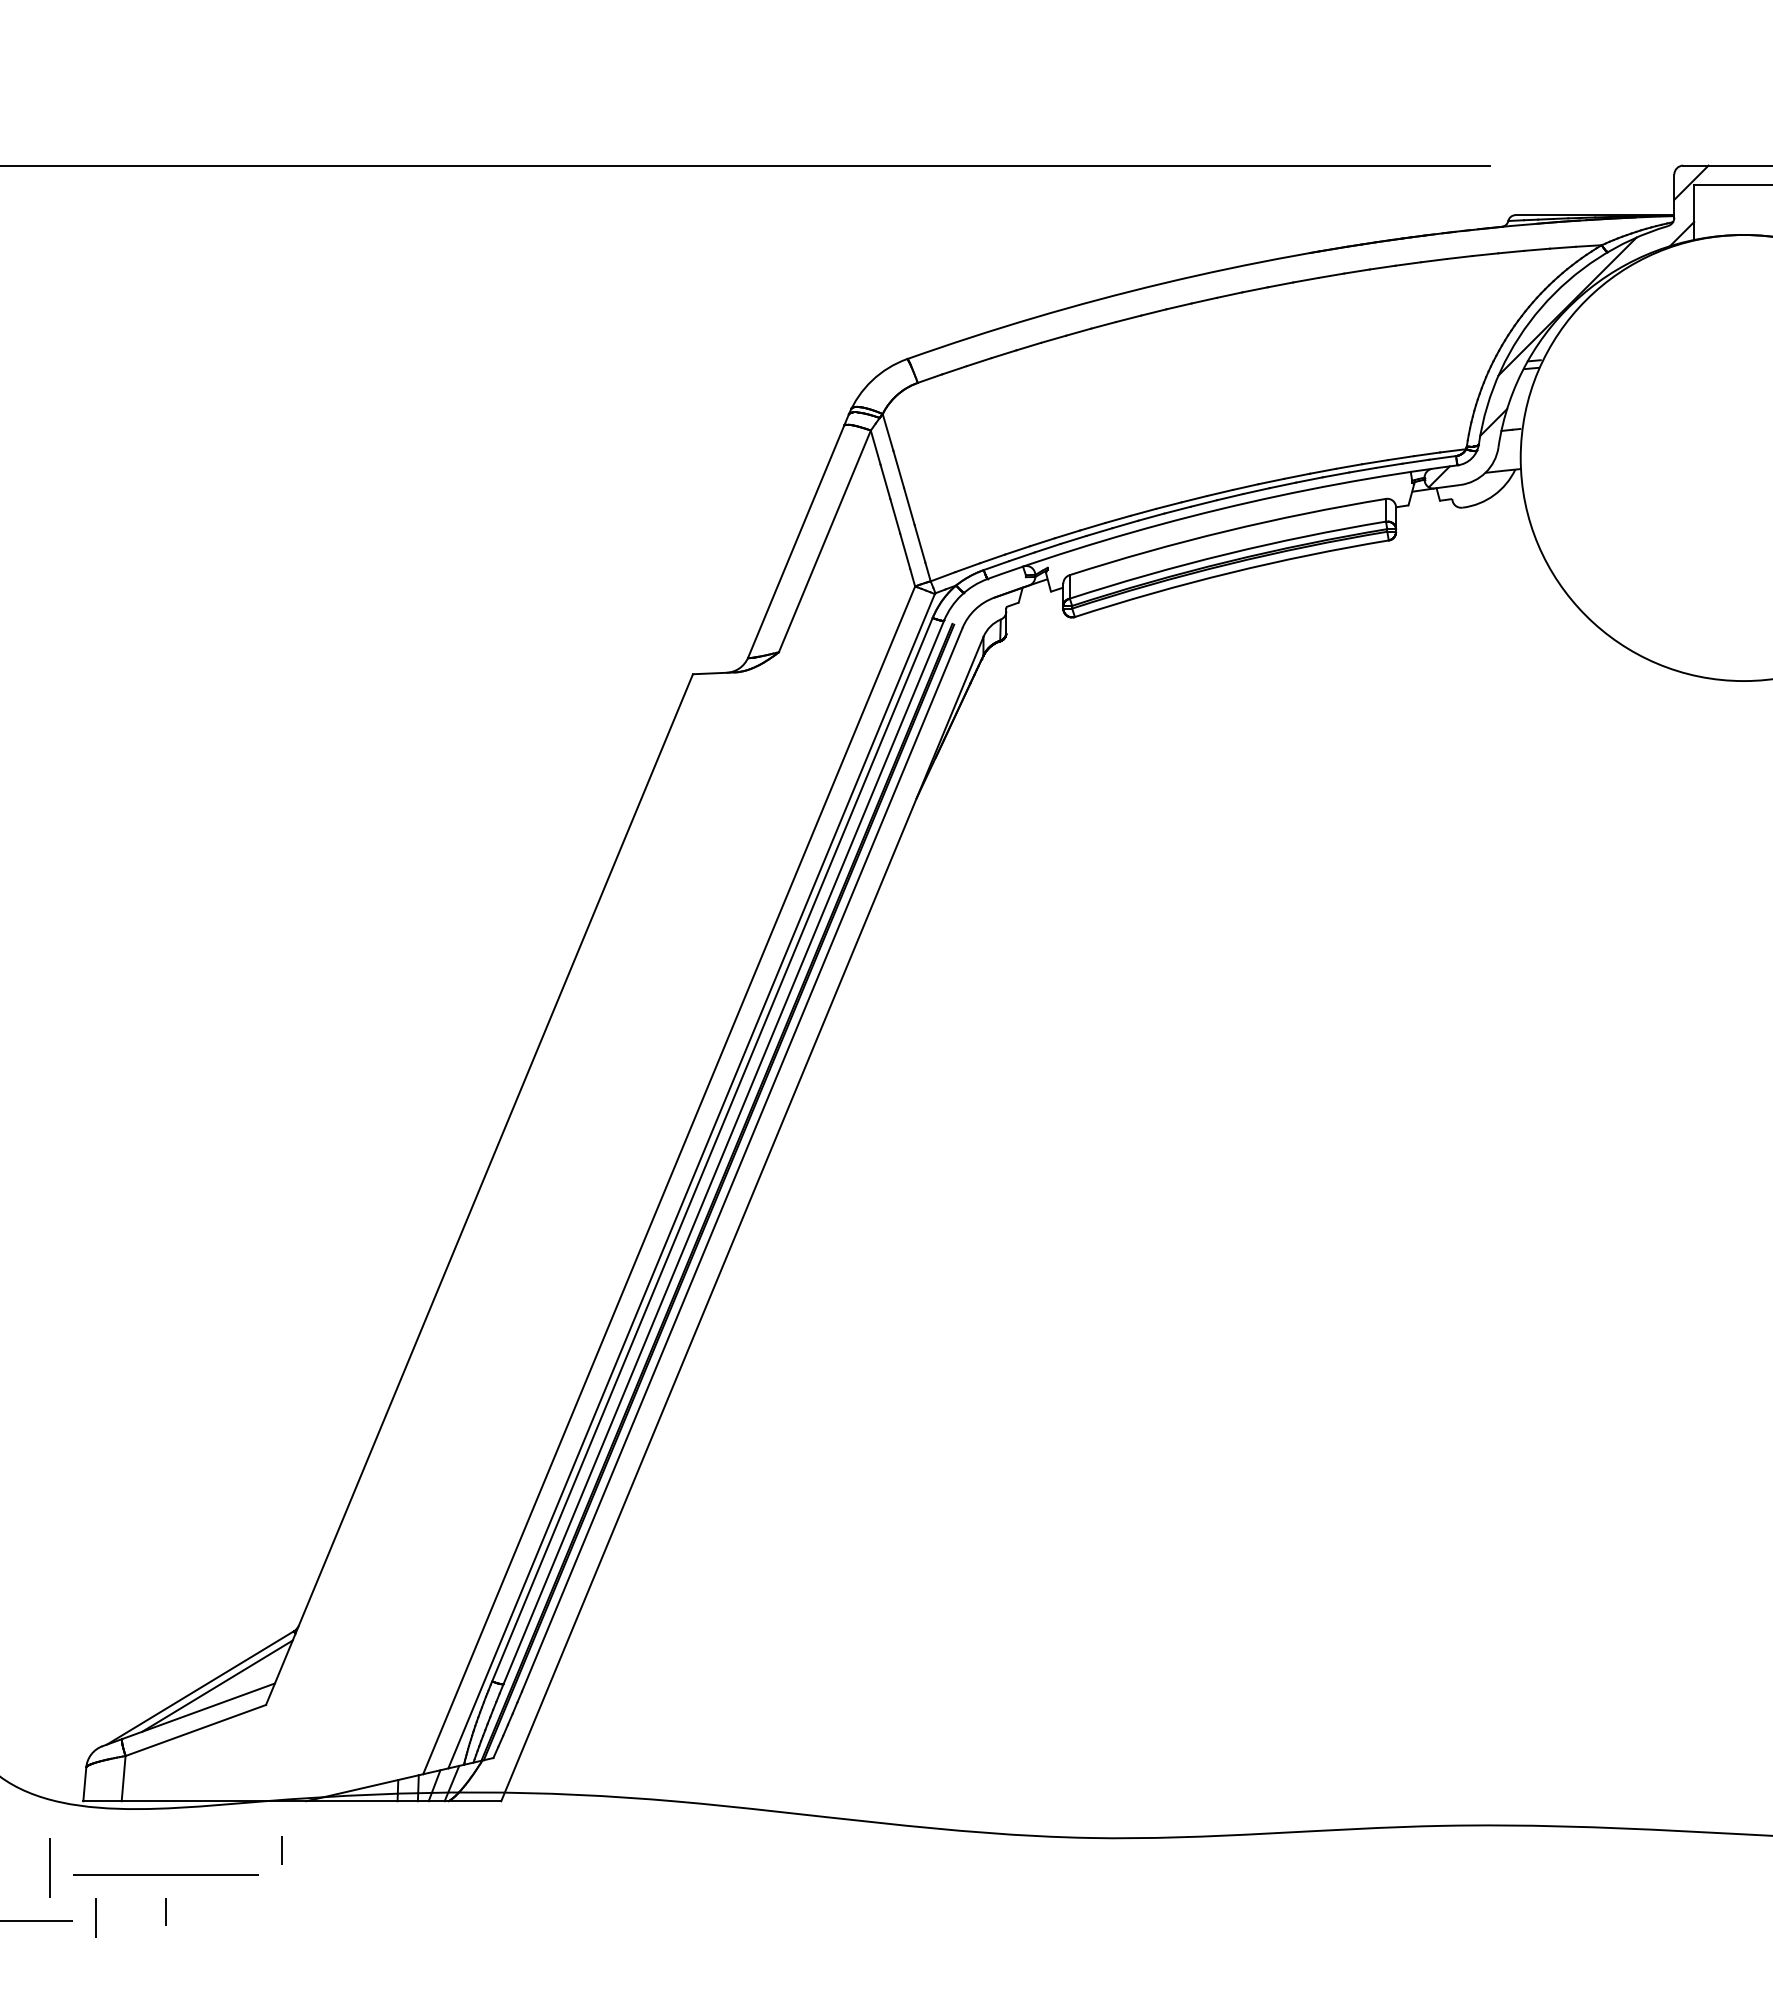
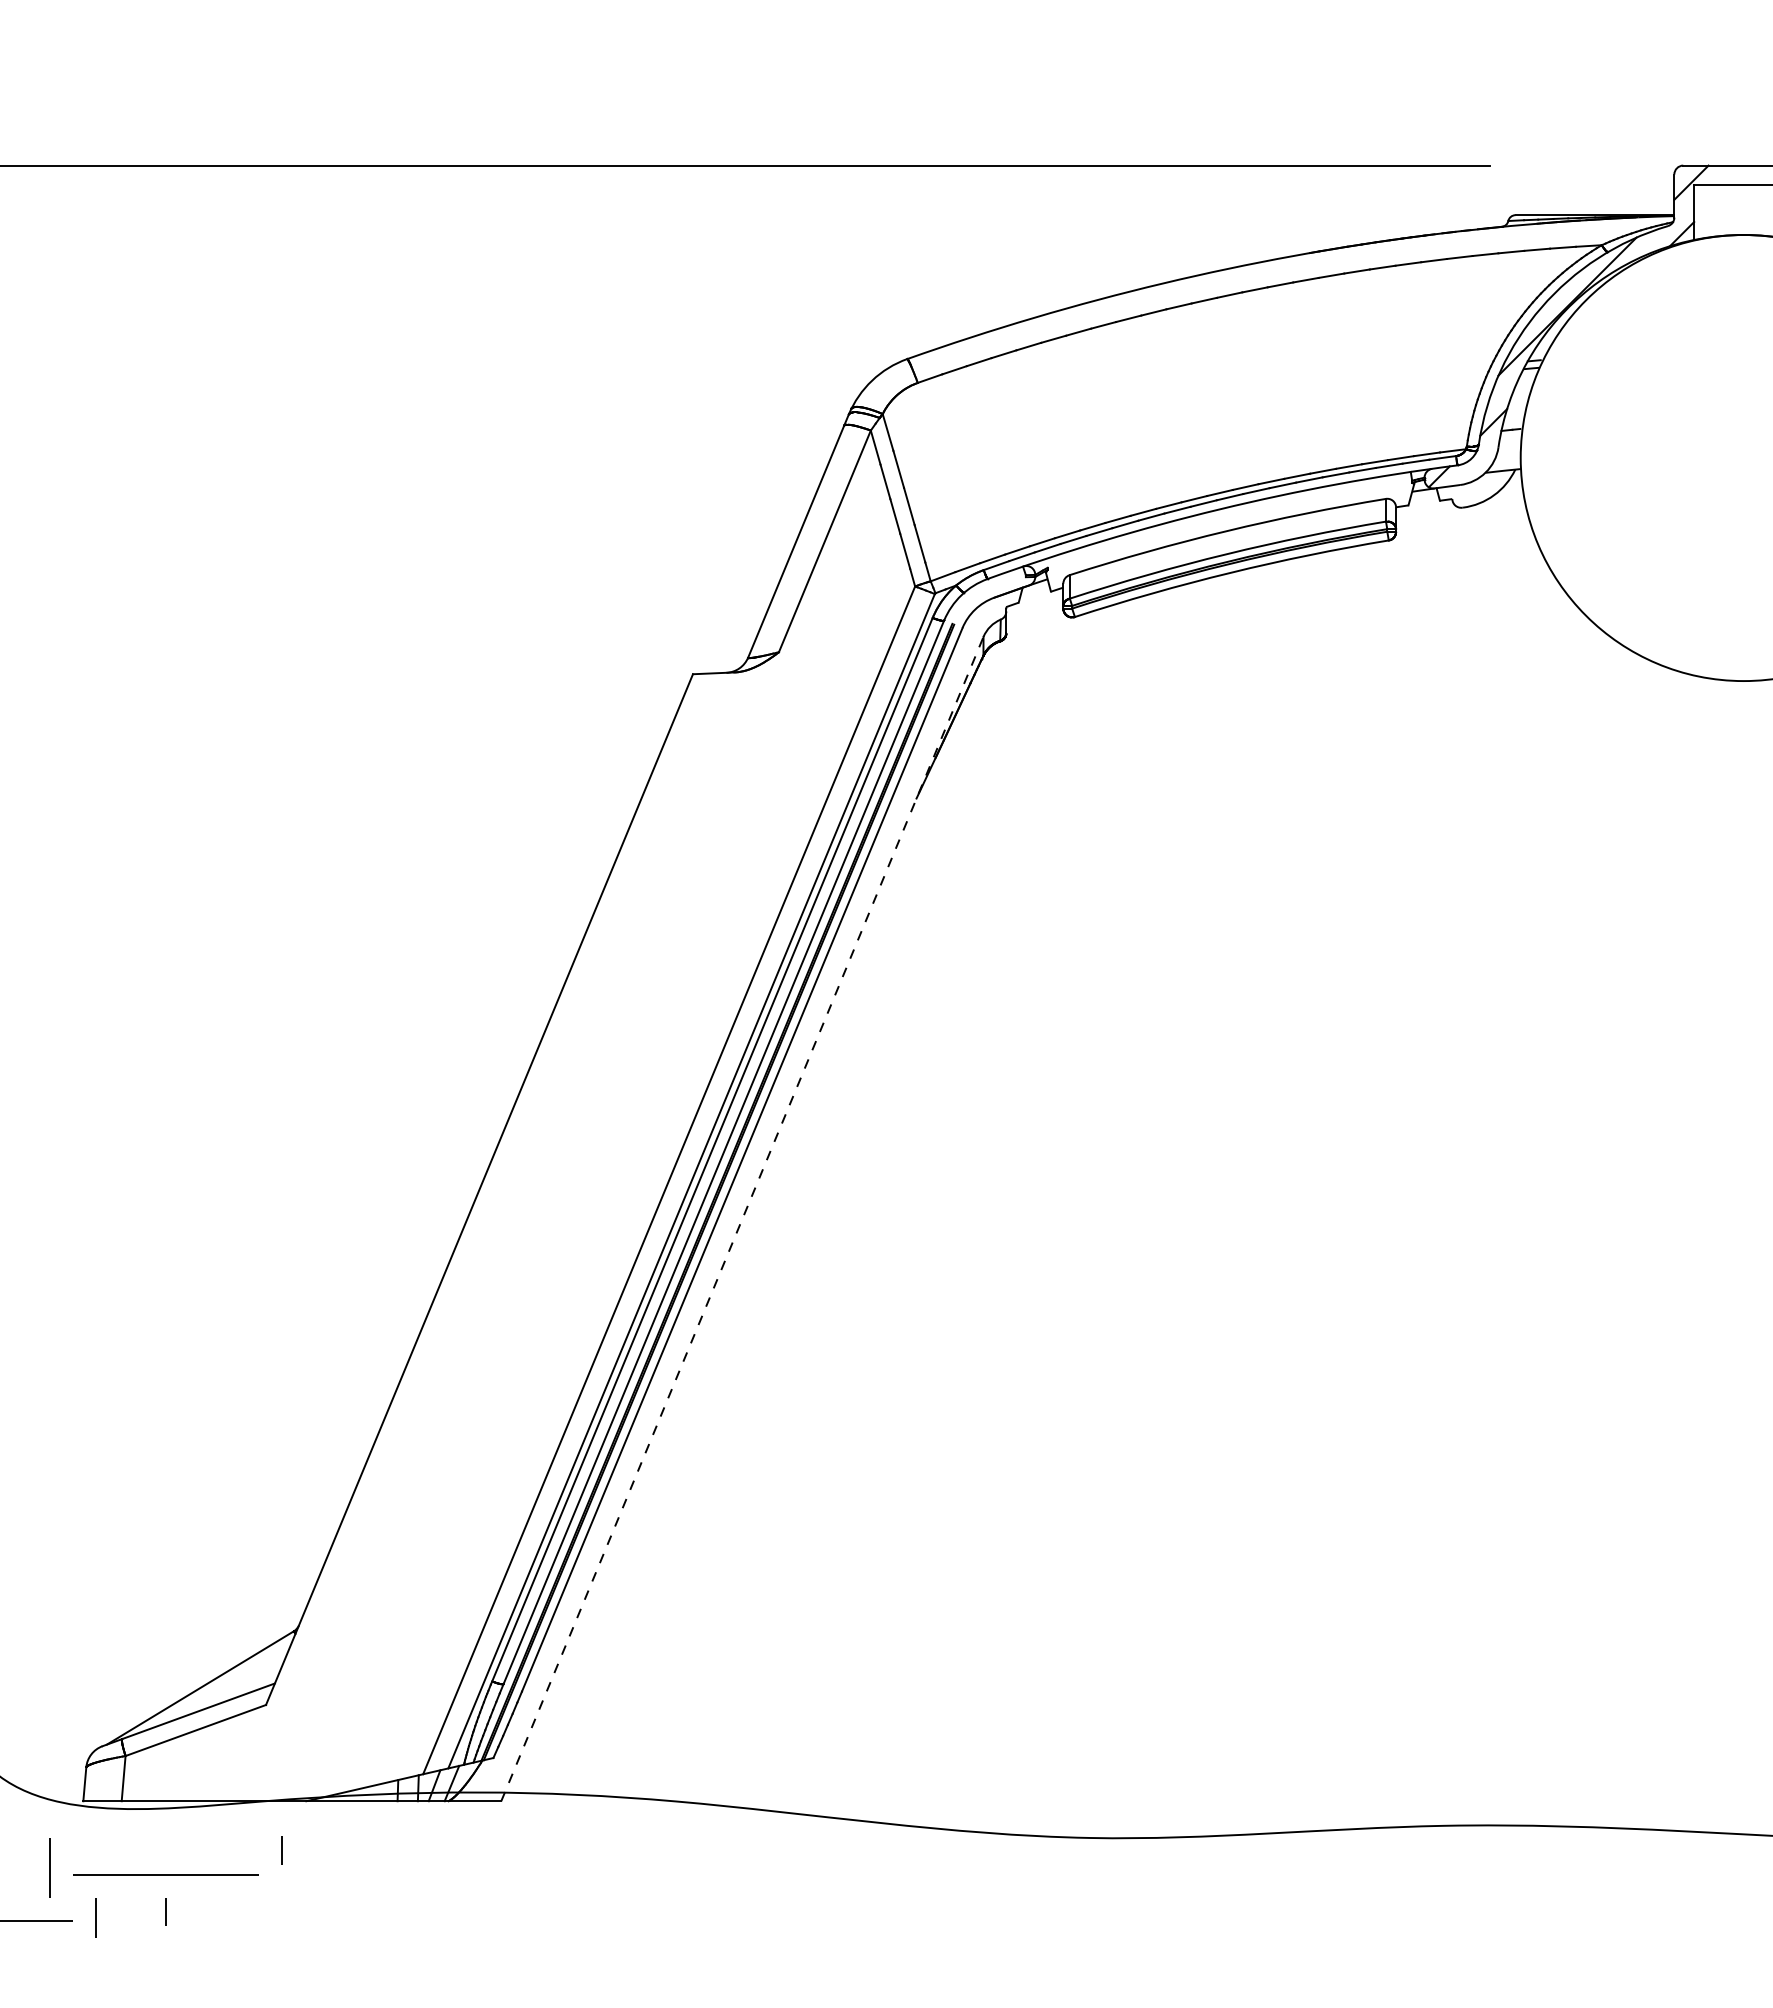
line at (742, 1218): solid -> dashed
line at (217, 1685): present -> none
